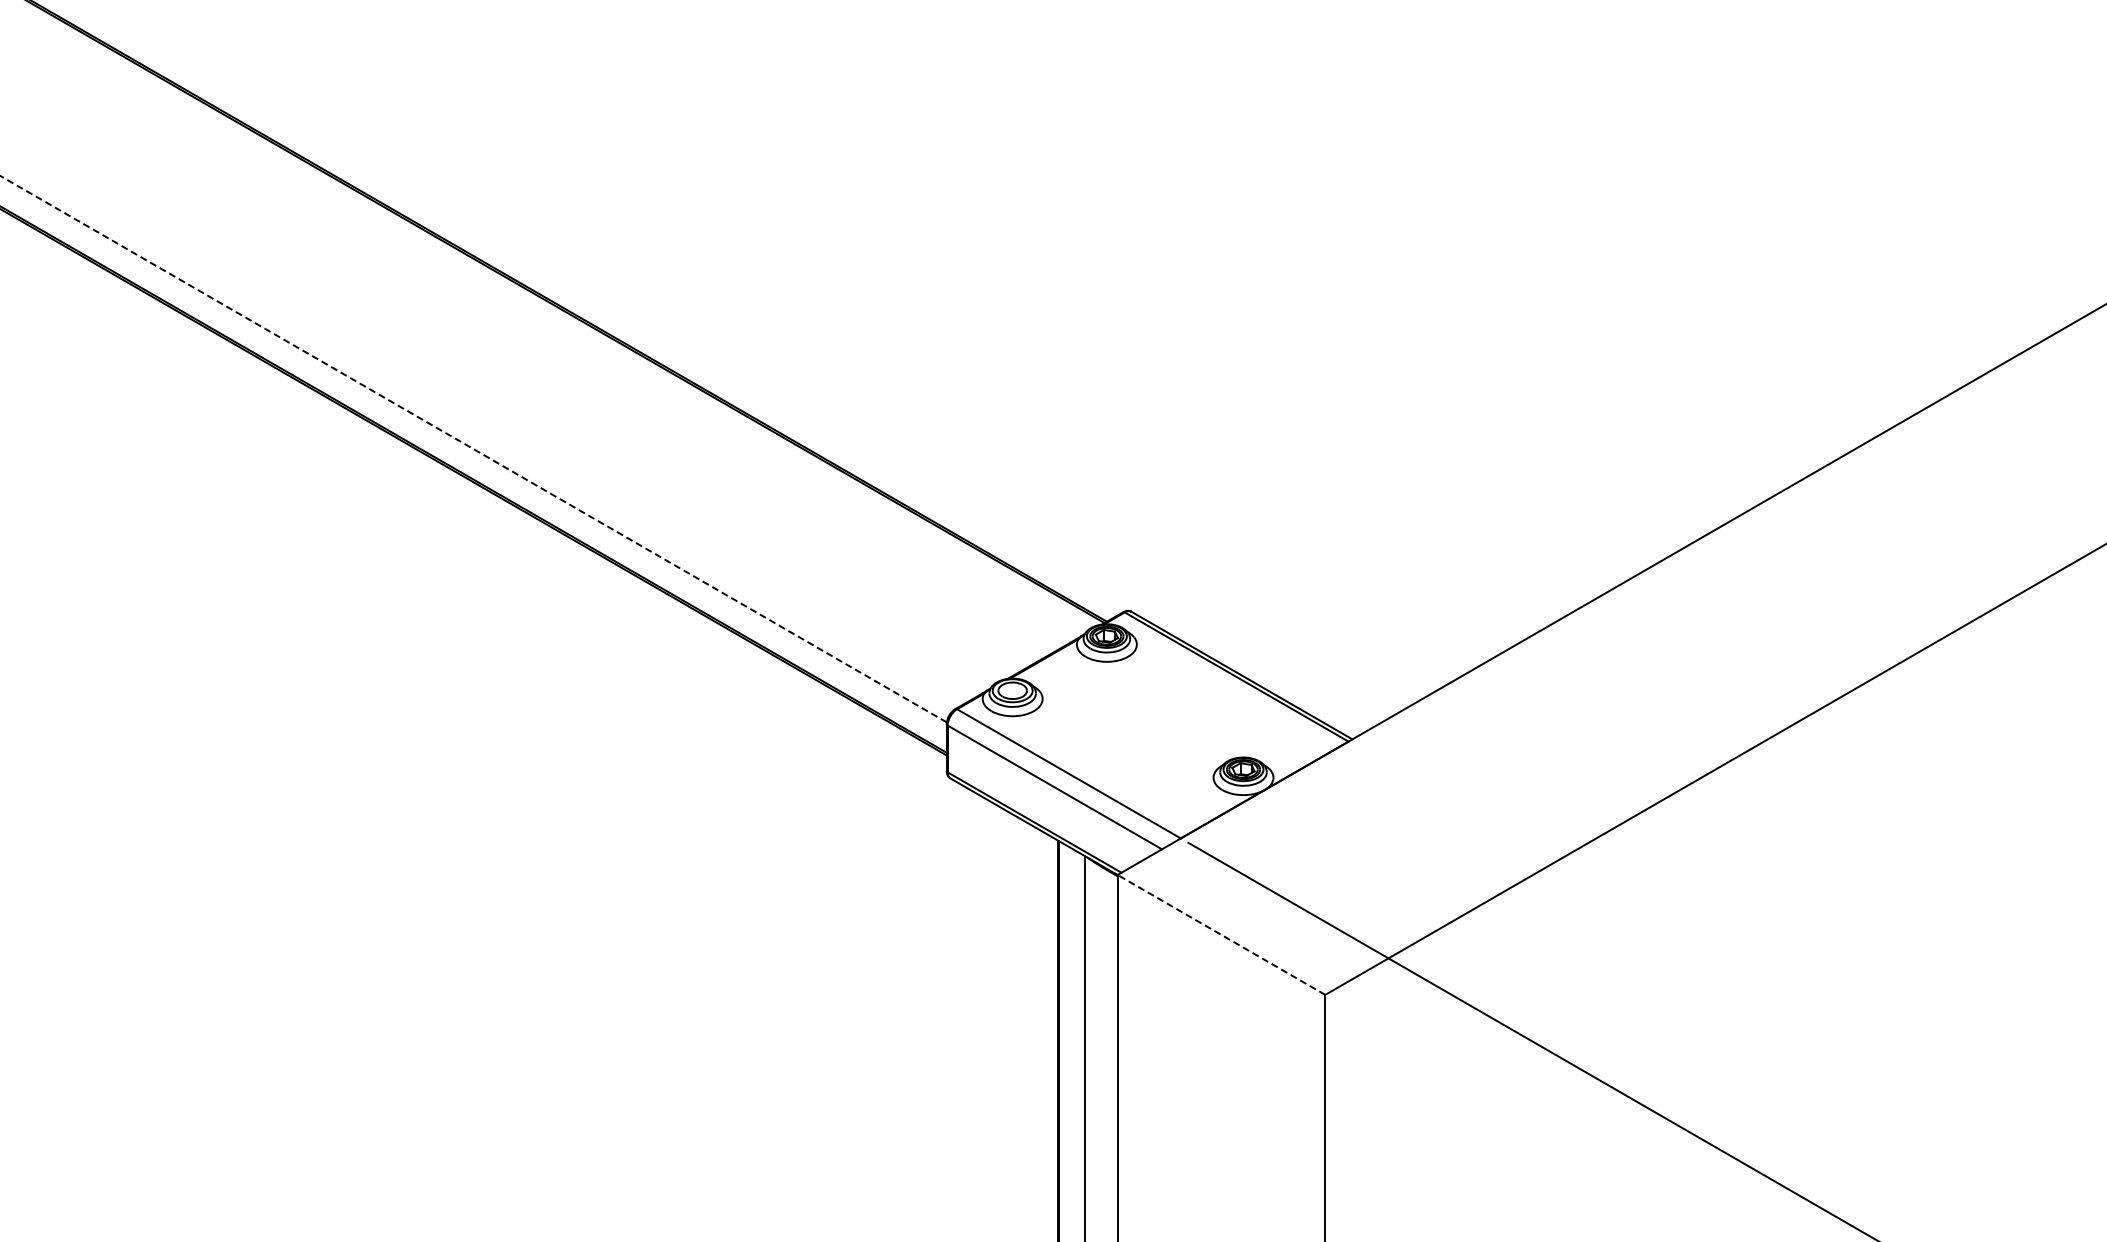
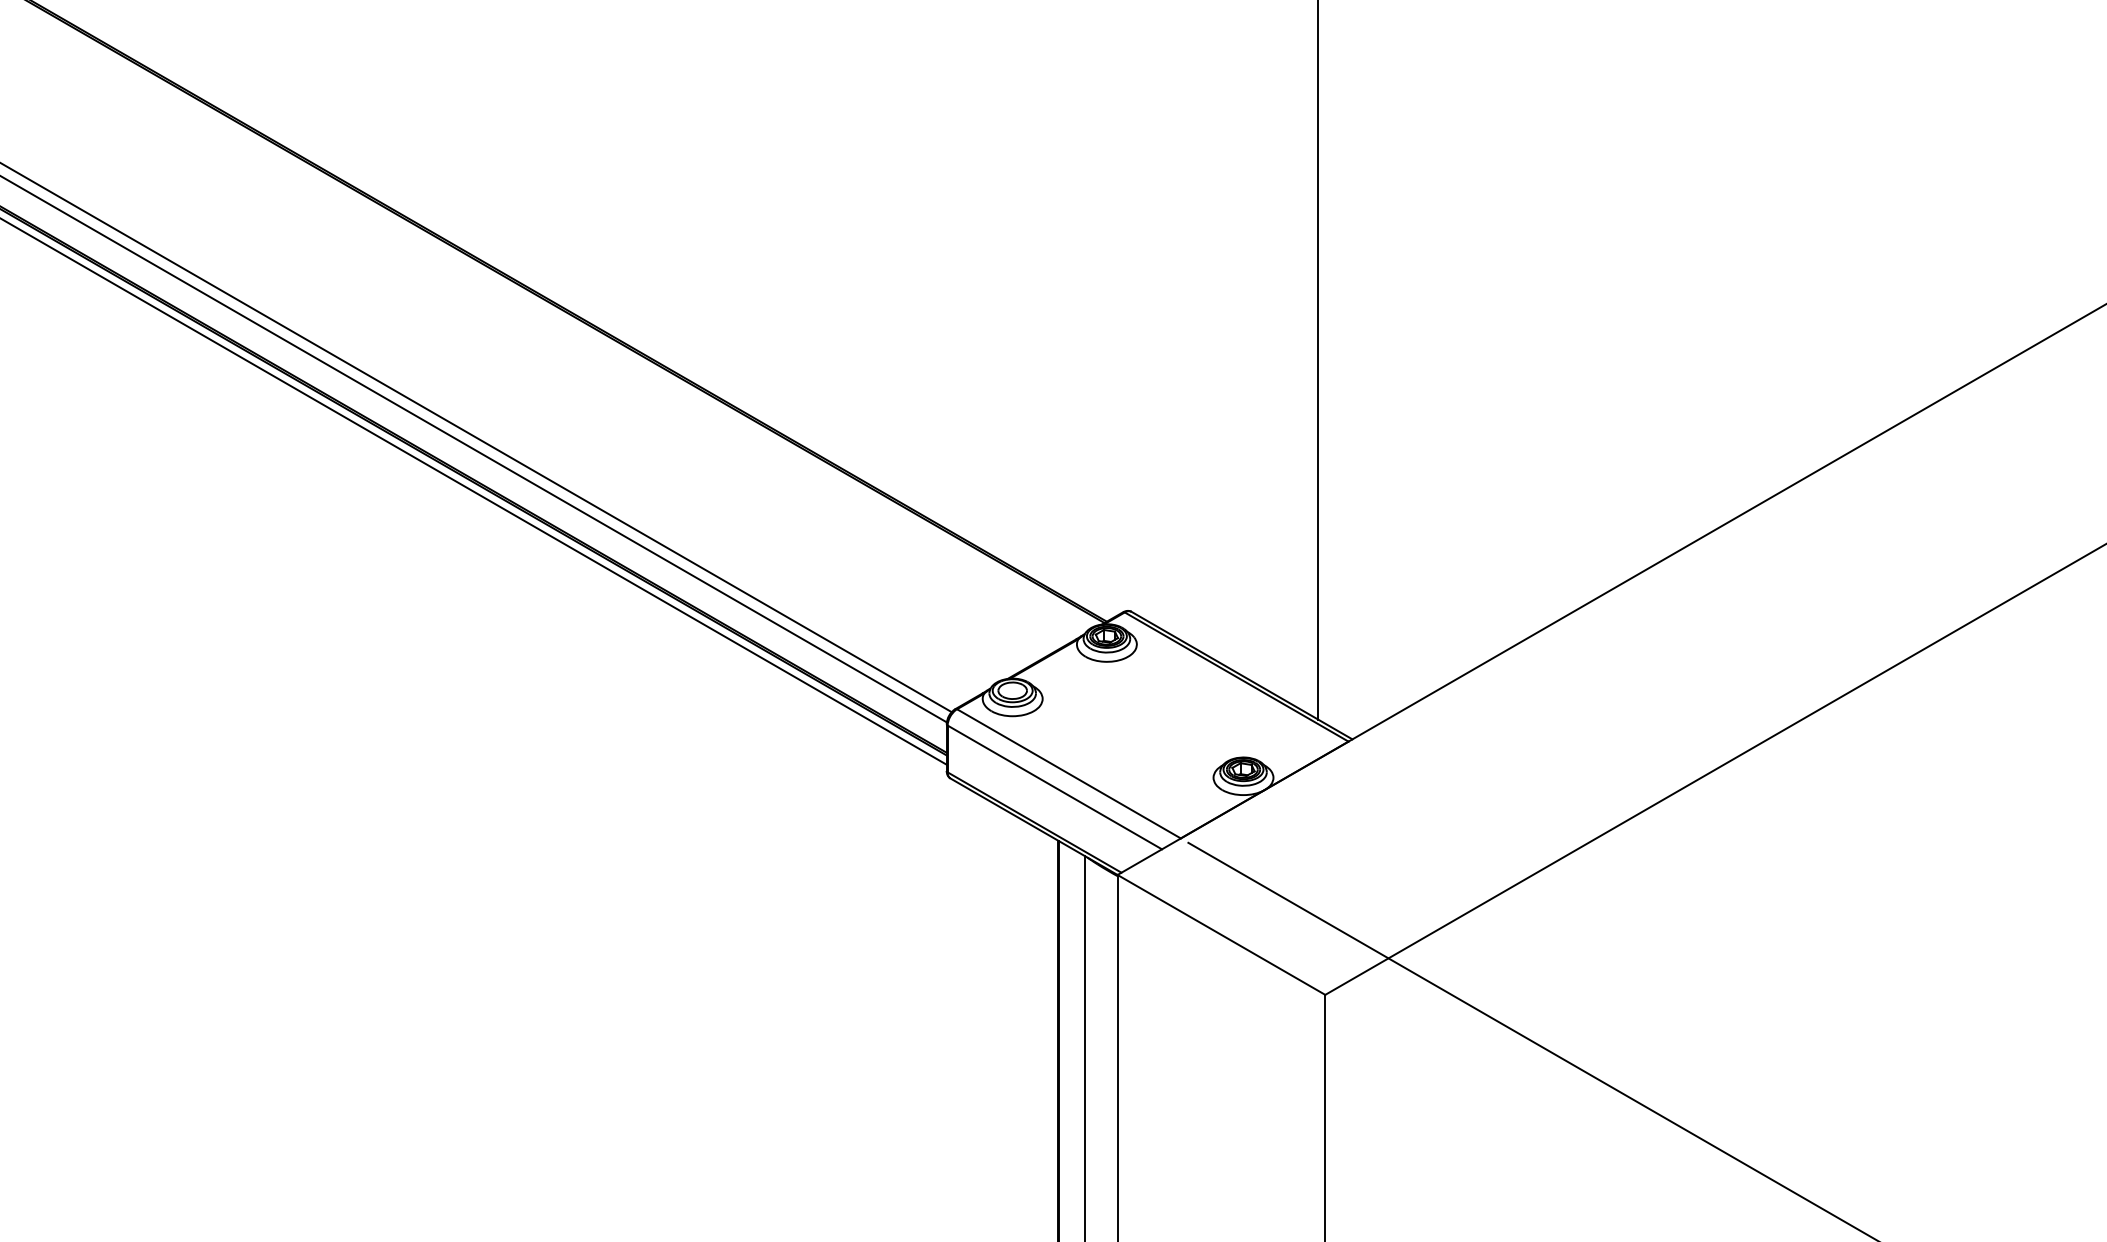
line at (1318, 360): none -> present
line at (476, 438): none -> present
line at (473, 448): dashed -> solid
line at (474, 491): none -> present
line at (1221, 934): dashed -> solid
